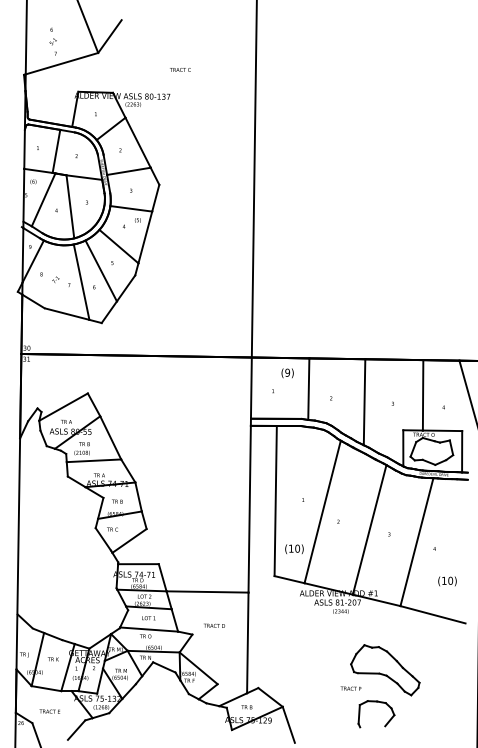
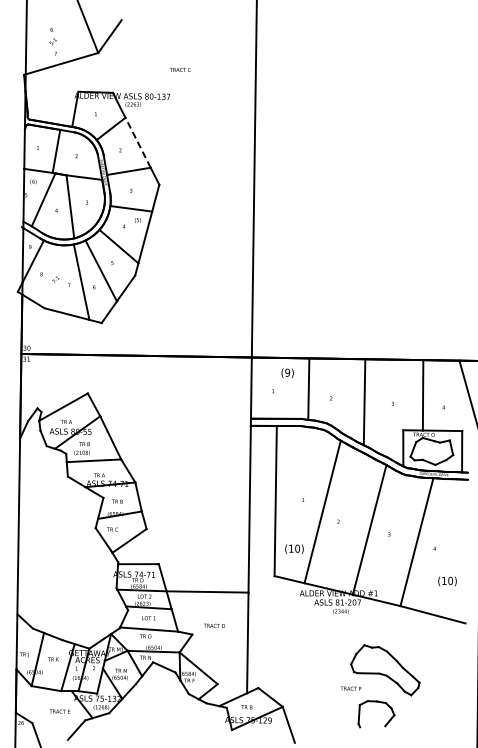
line at (138, 142): solid -> dashed
text at (49, 711) position: (49, 711) -> (59, 711)
